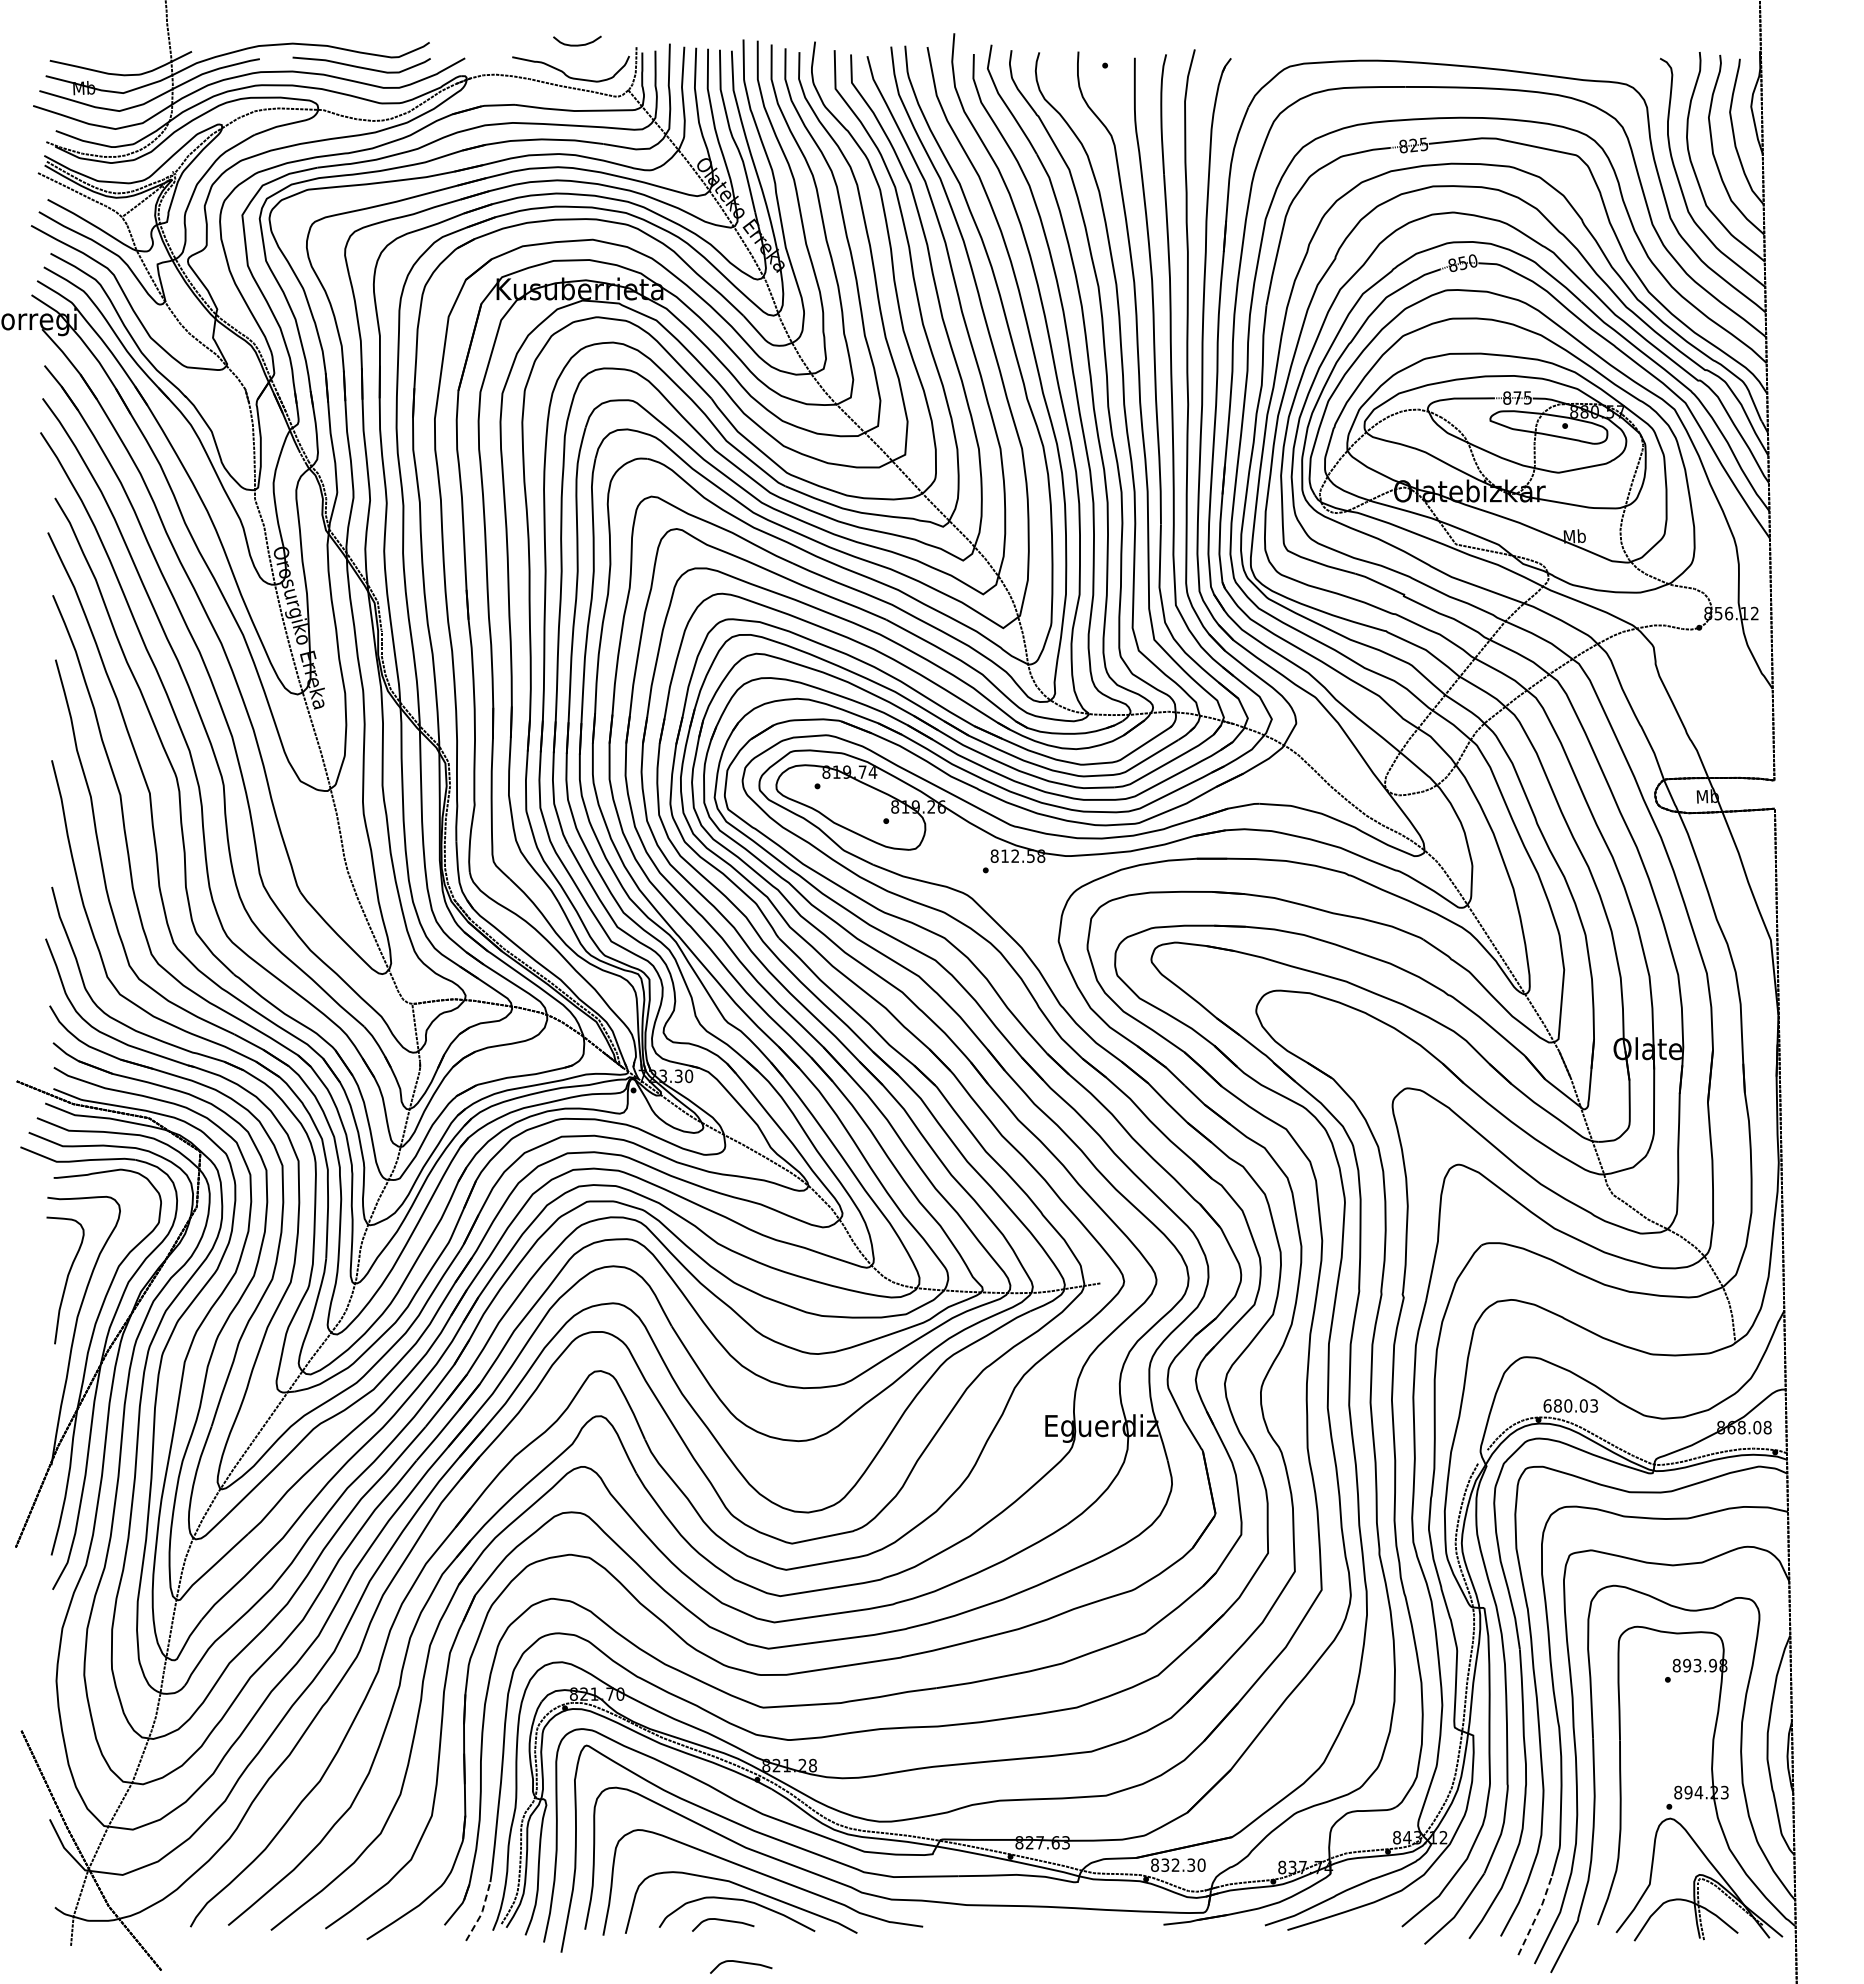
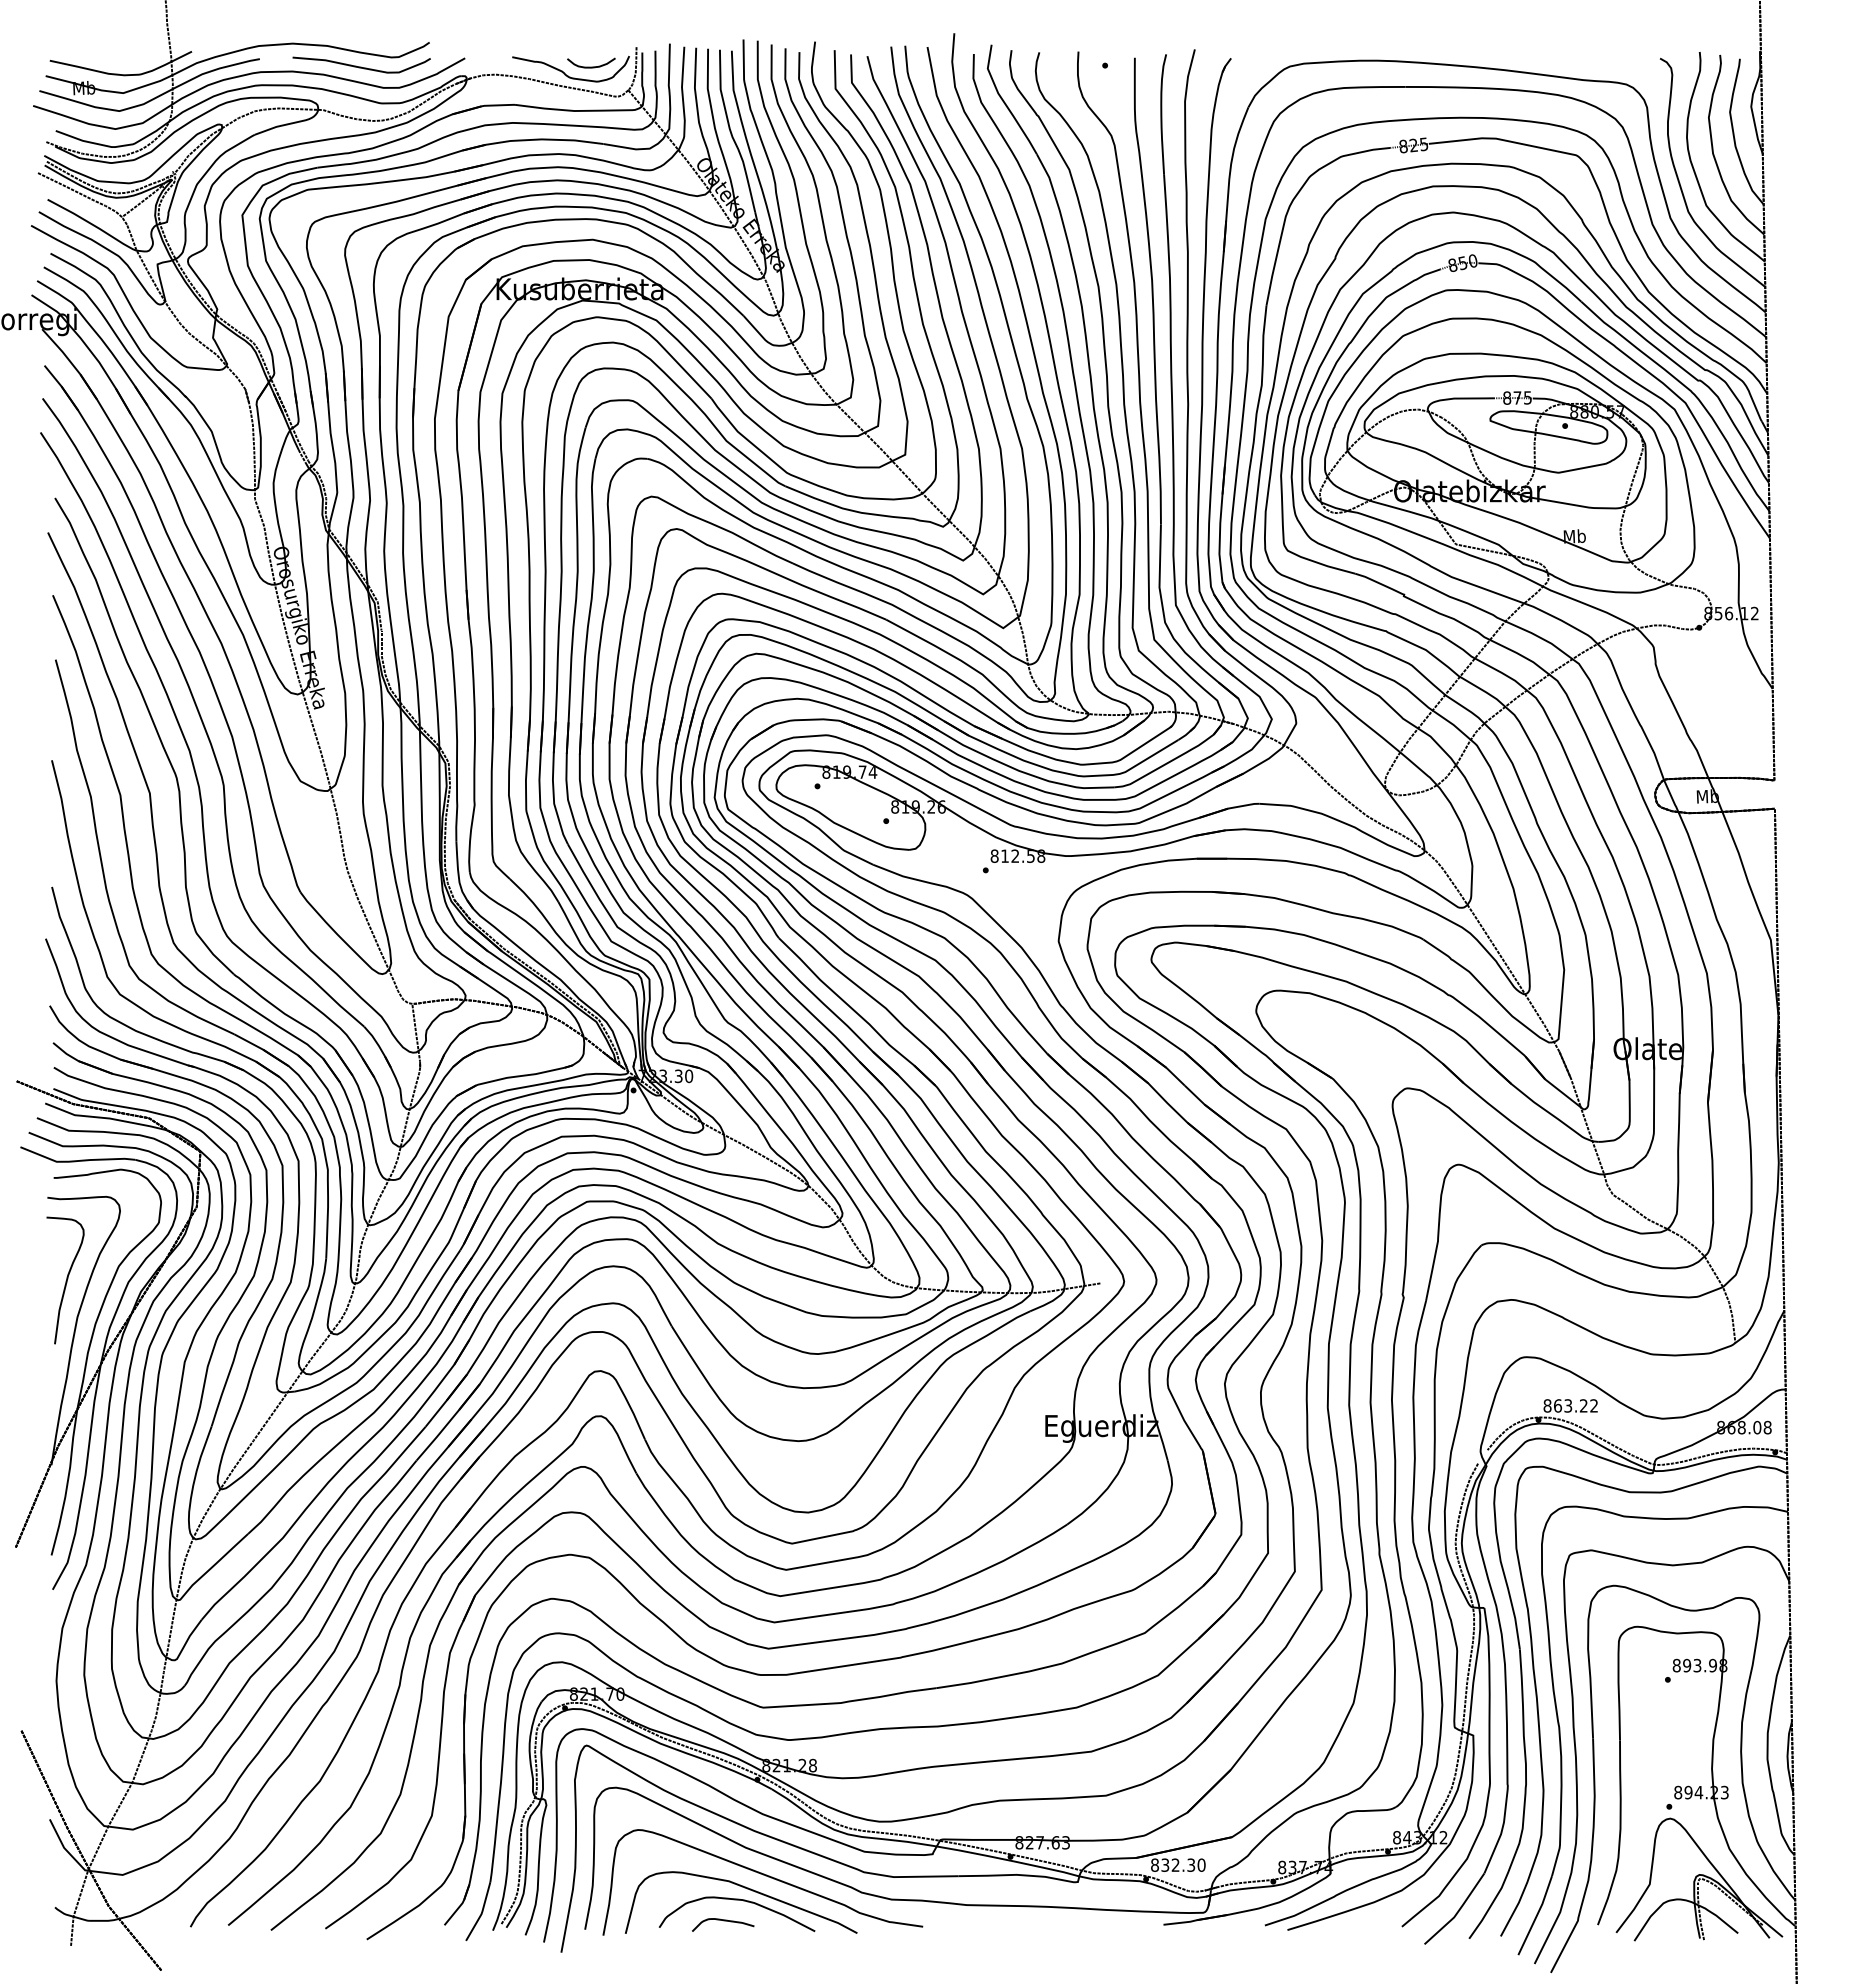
curve at (577, 44) position: (577, 44) -> (591, 66)
text at (1570, 1405): 680.03 -> 863.22
line at (482, 1912): dashed -> solid
line at (1536, 1915): dashed -> solid
curve at (741, 1963): present -> none
